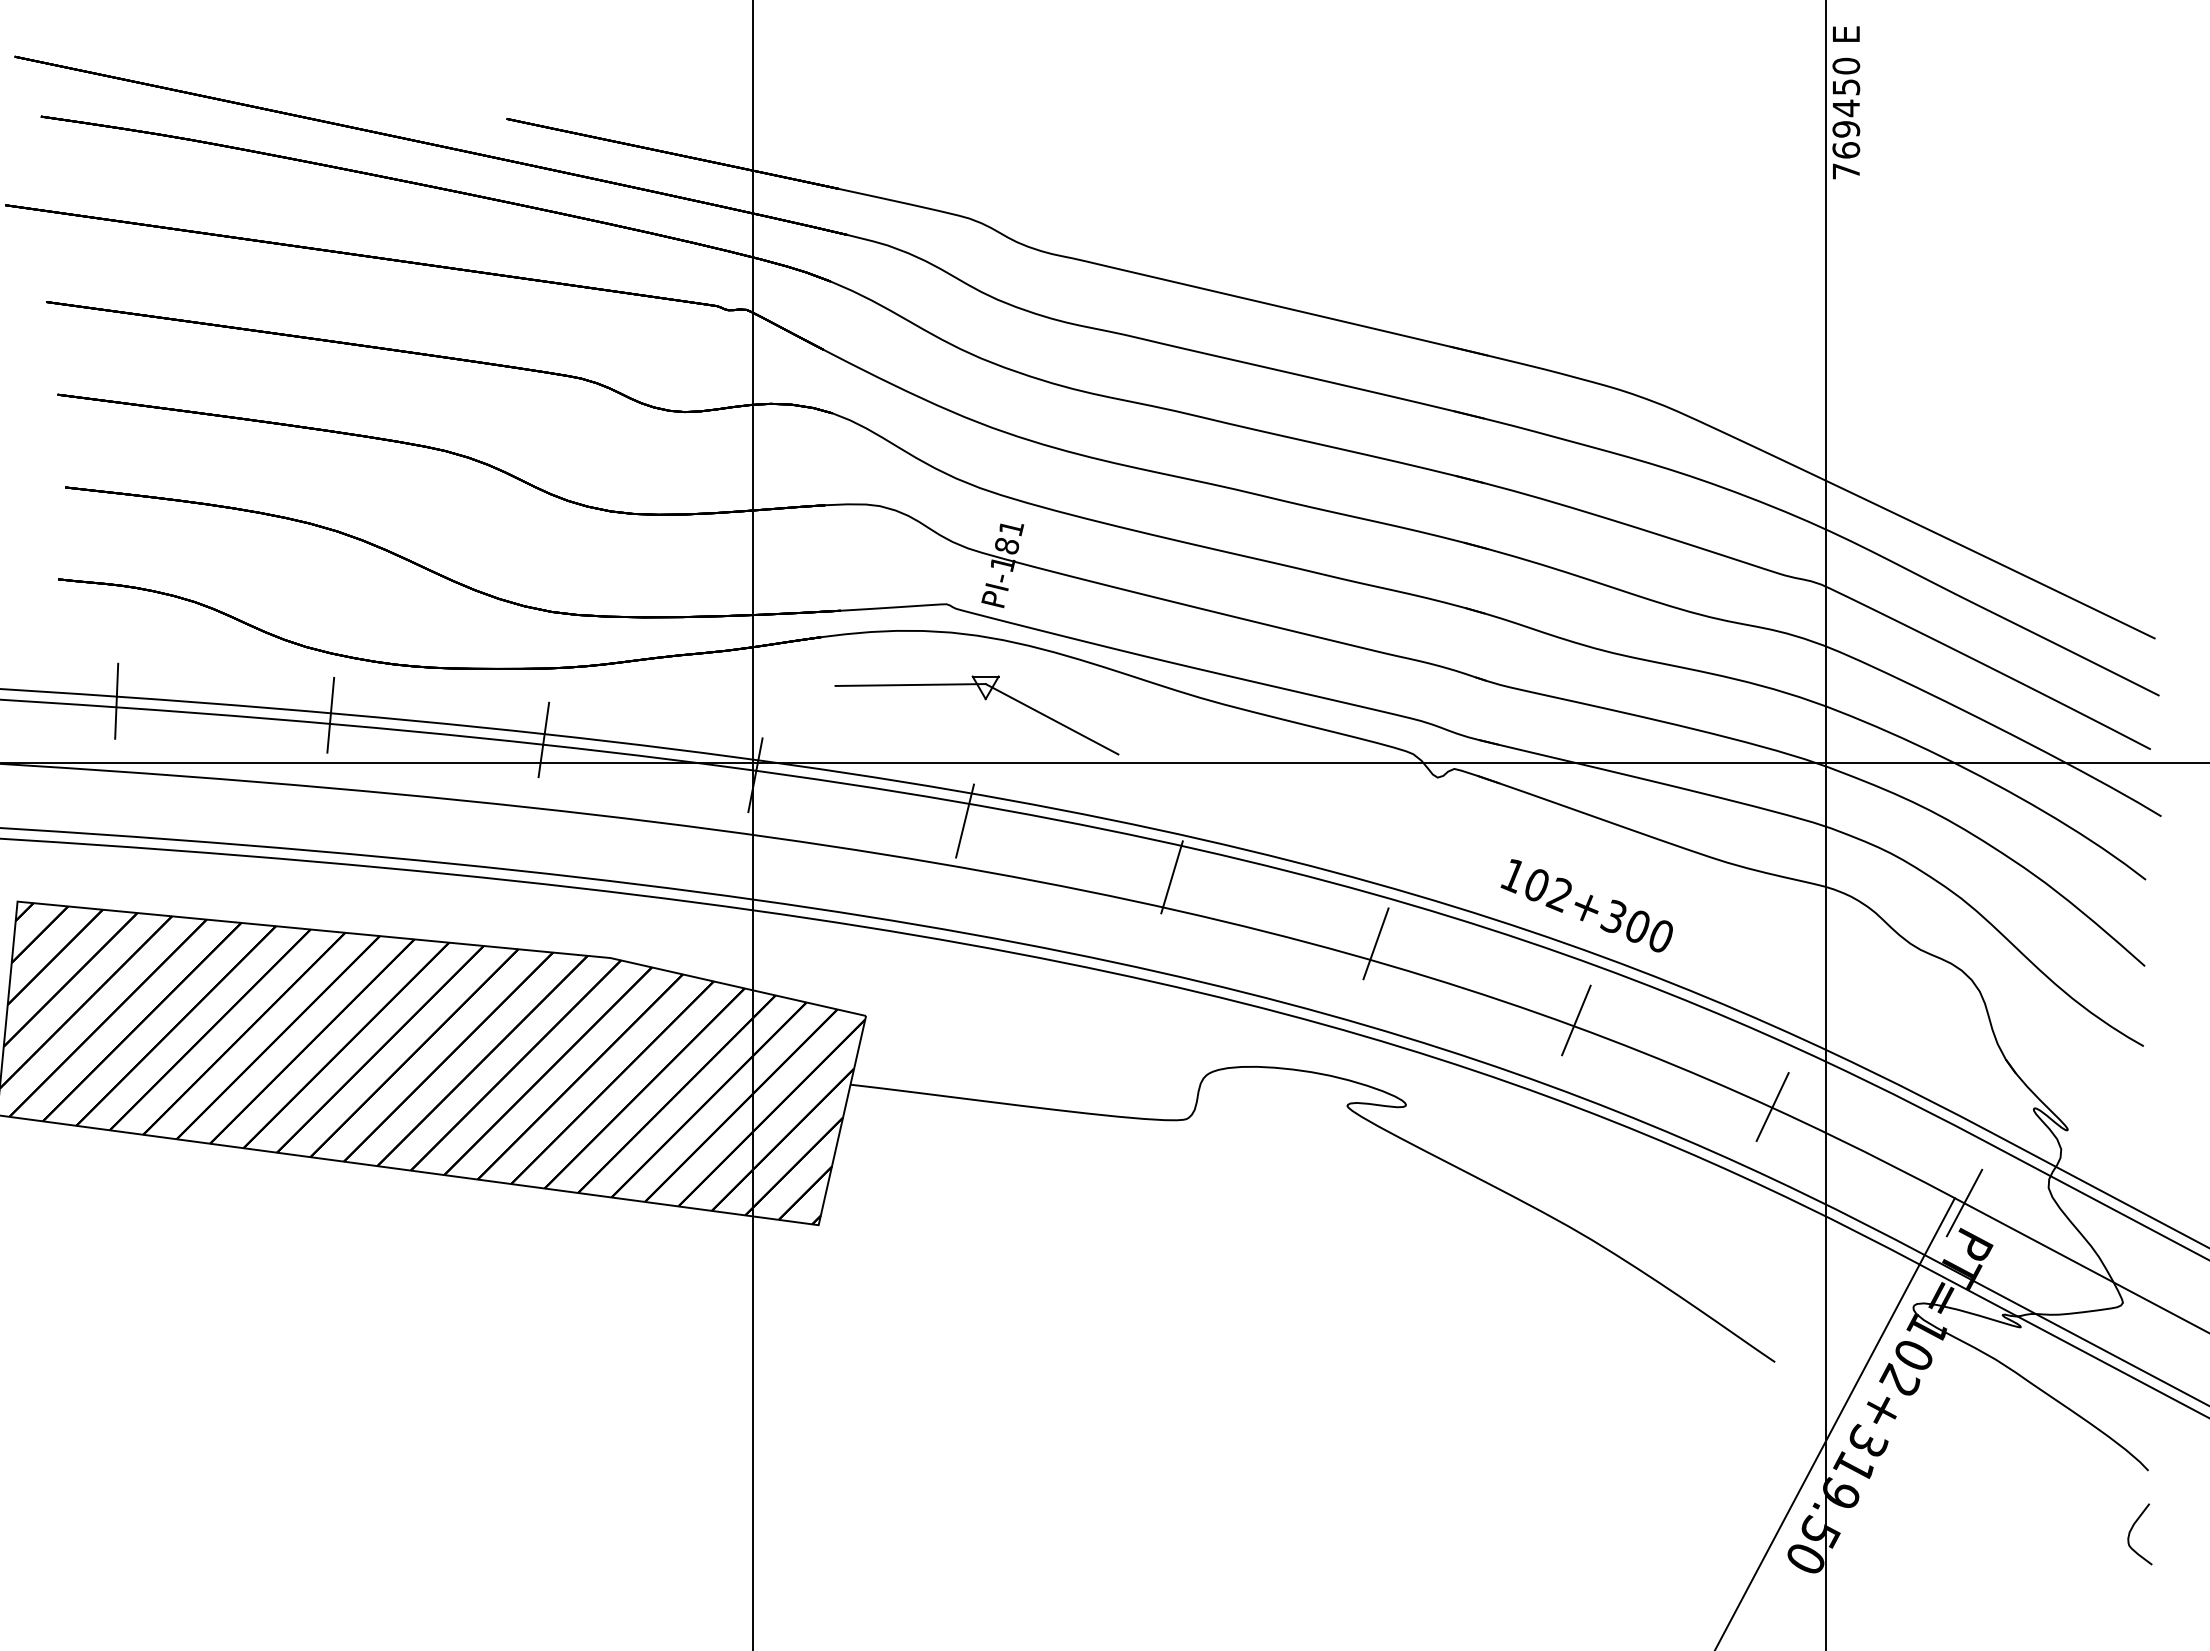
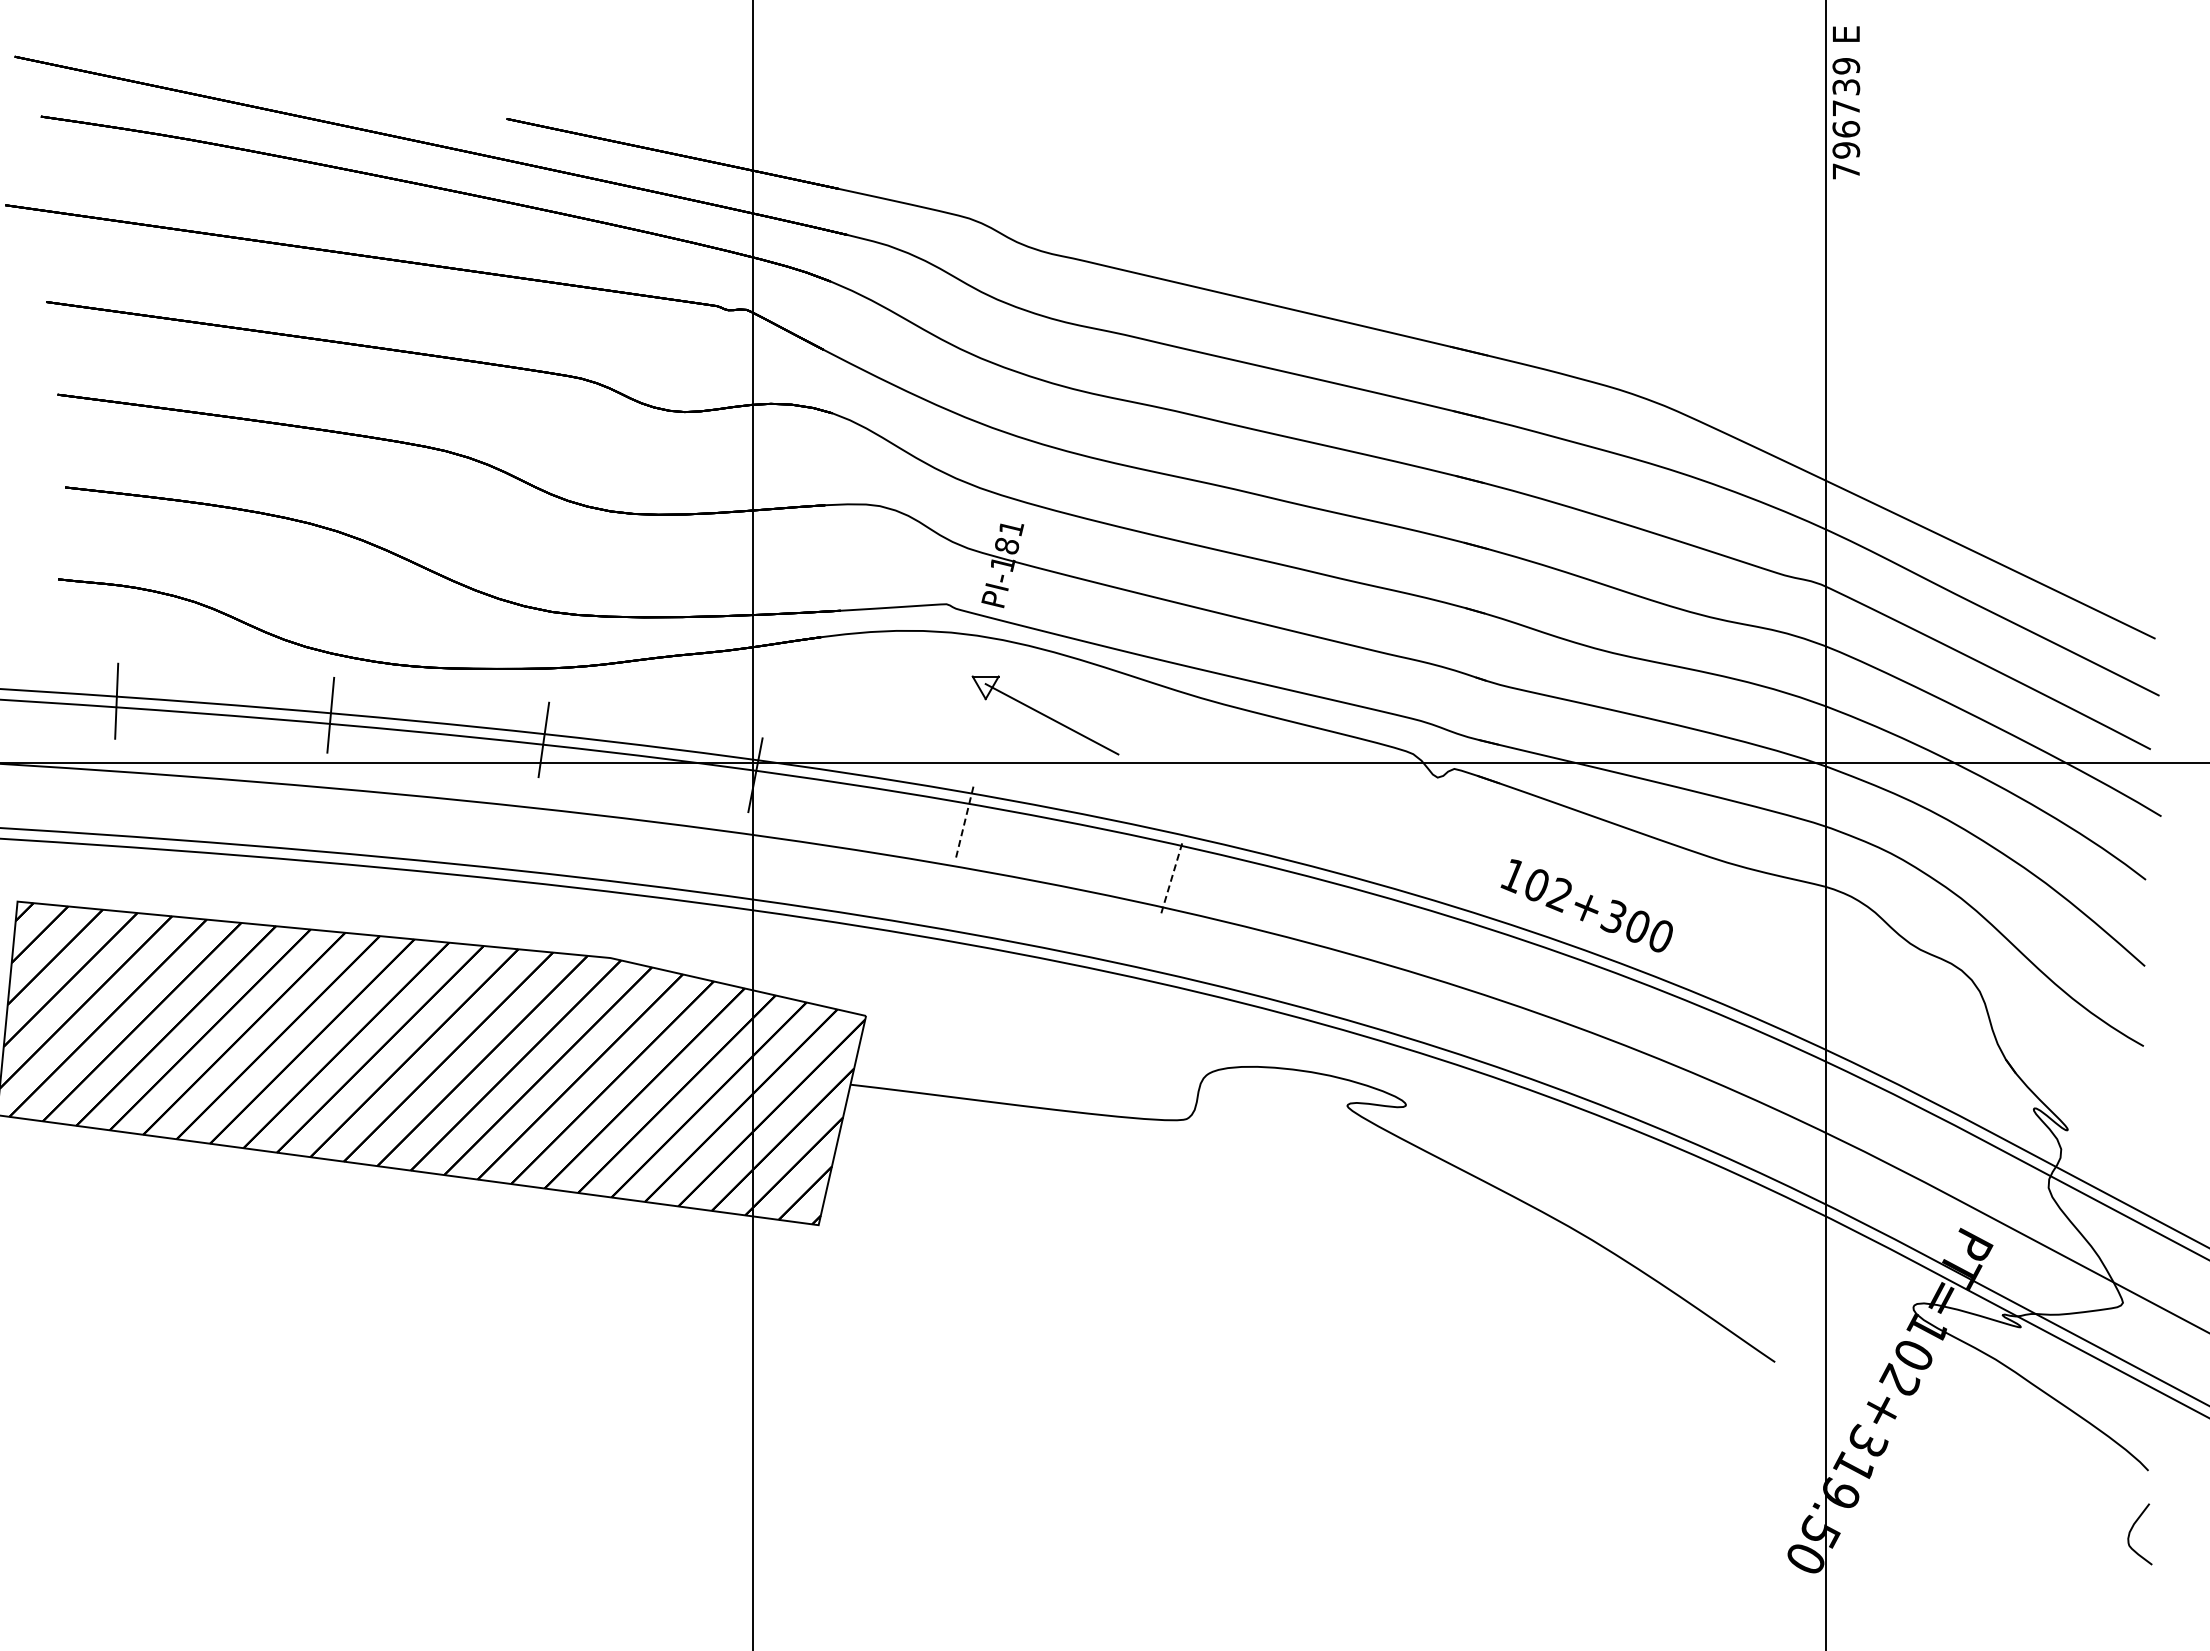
text at (1846, 107): 769450 -> 796739
line at (910, 684): present -> none
line at (965, 821): solid -> dashed
line at (1172, 877): solid -> dashed
line at (1375, 943): present -> none
line at (1576, 1020): present -> none
line at (1772, 1106): present -> none
line at (1964, 1202): present -> none
line at (1835, 1422): present -> none
